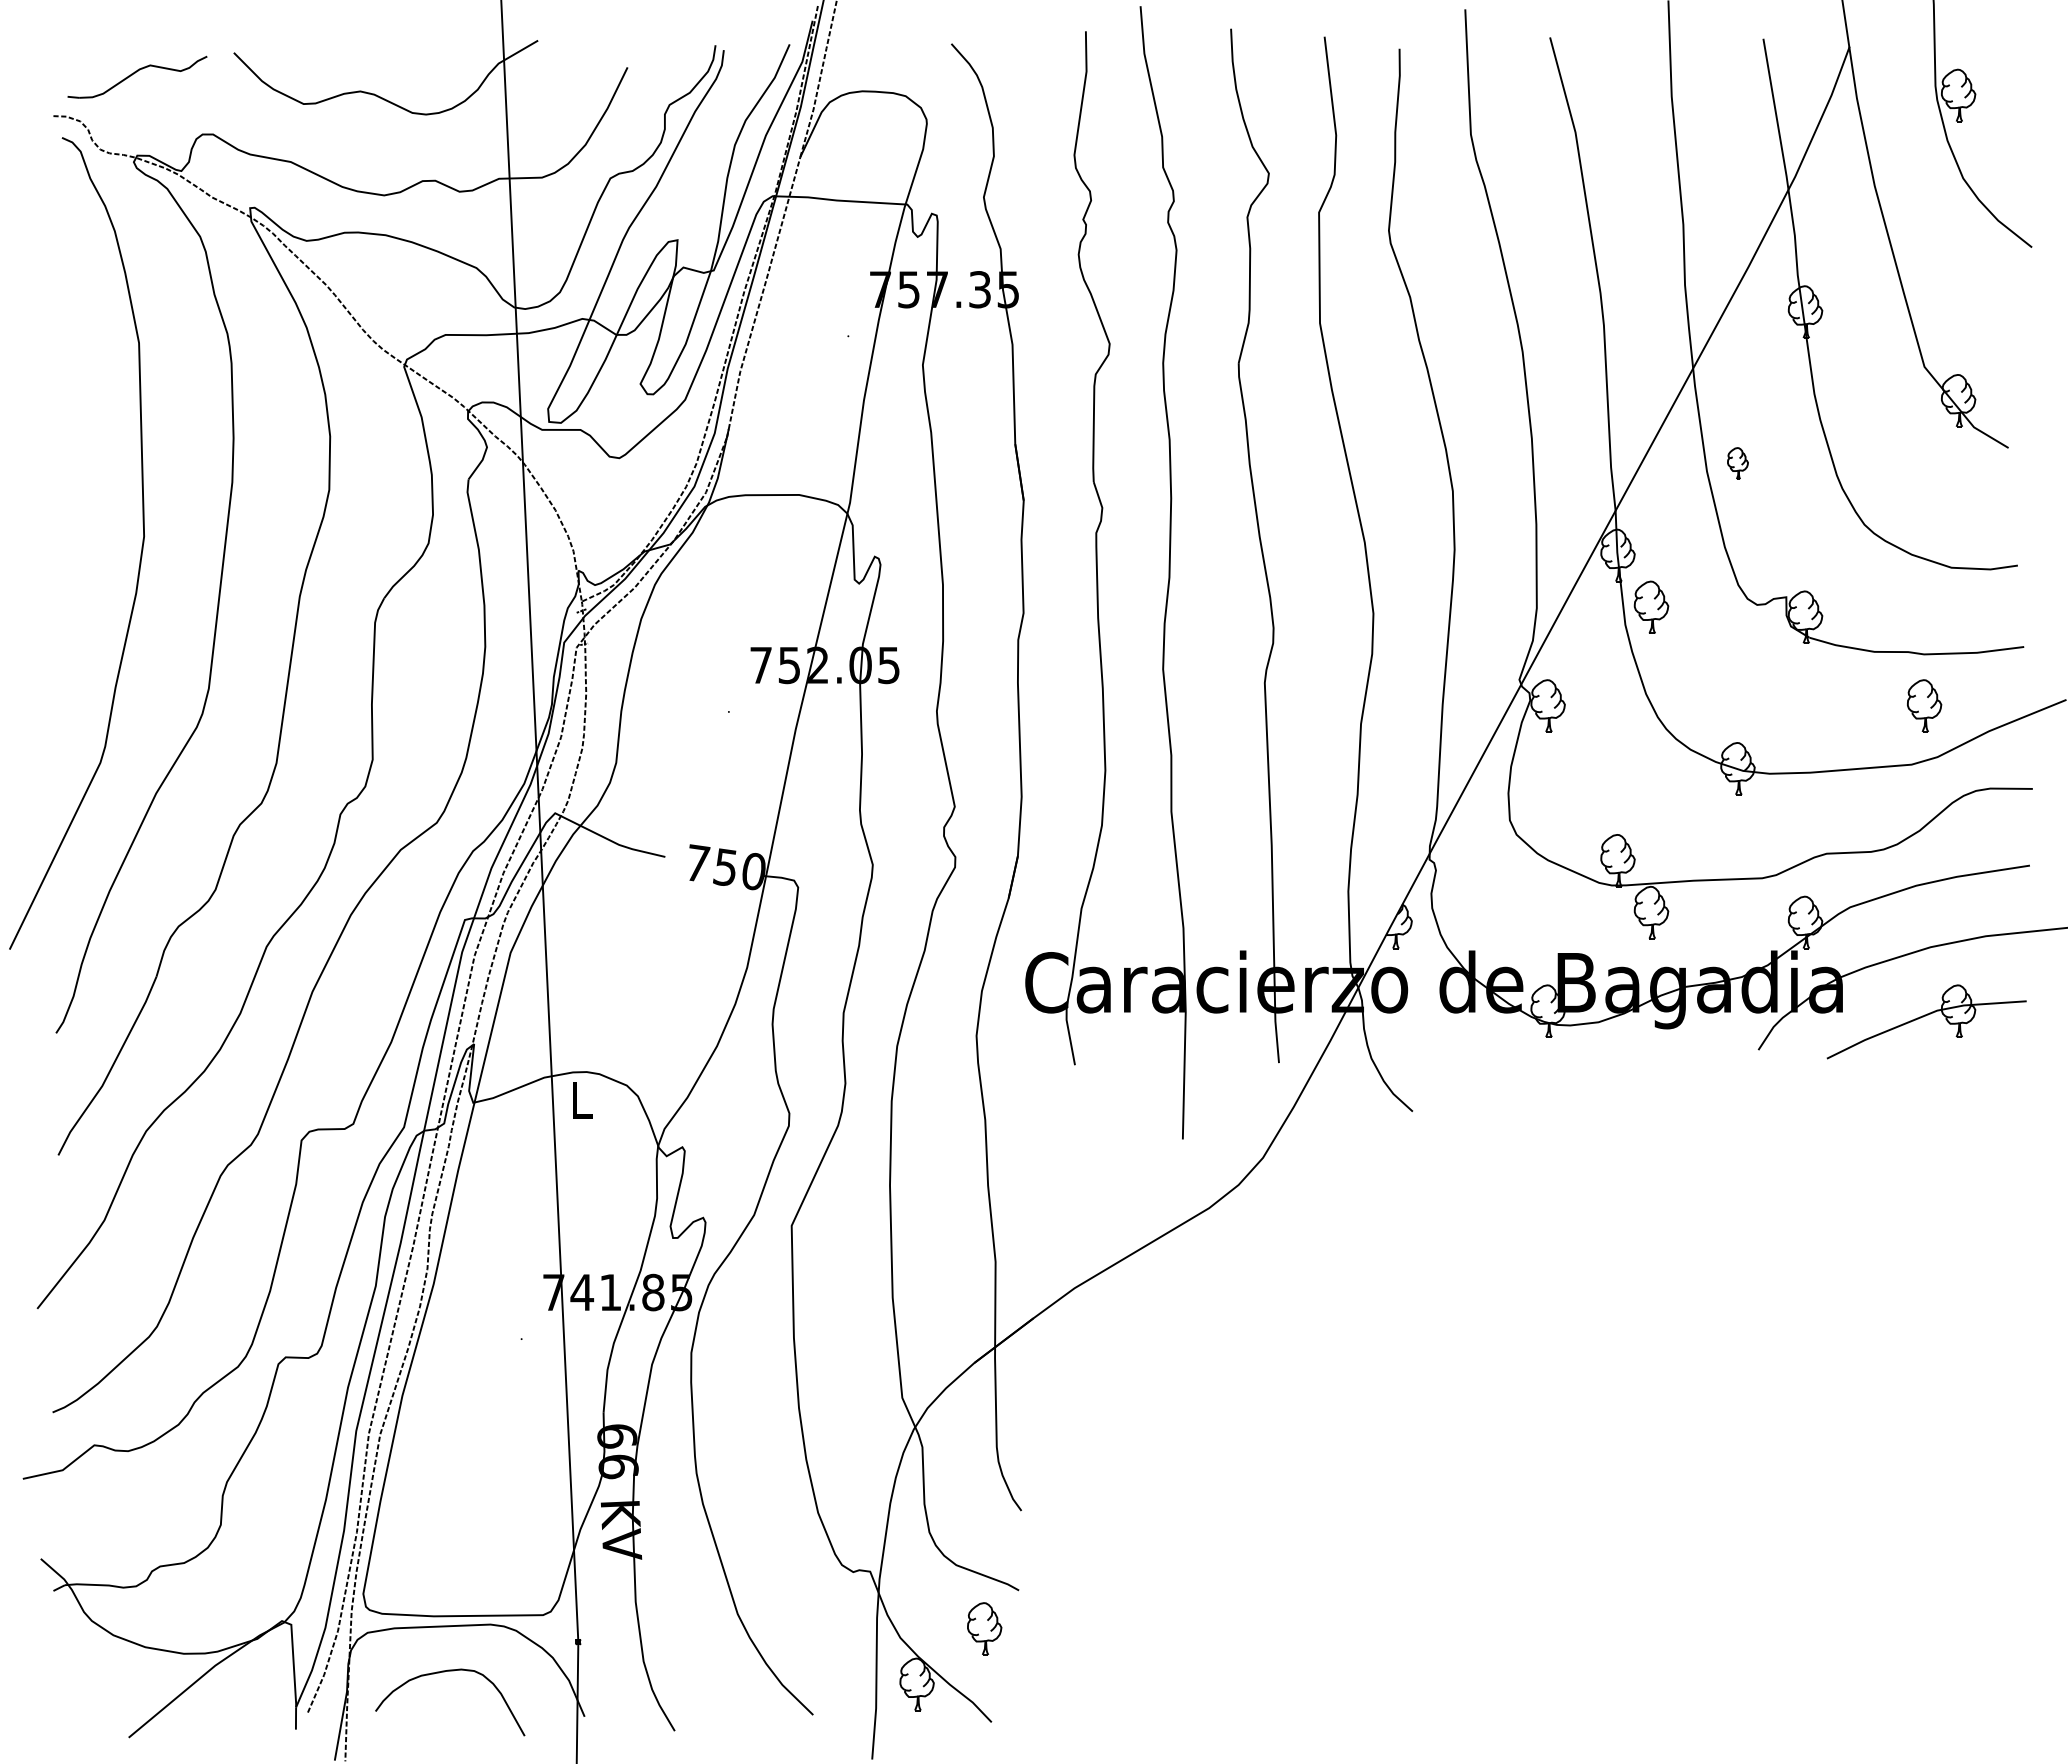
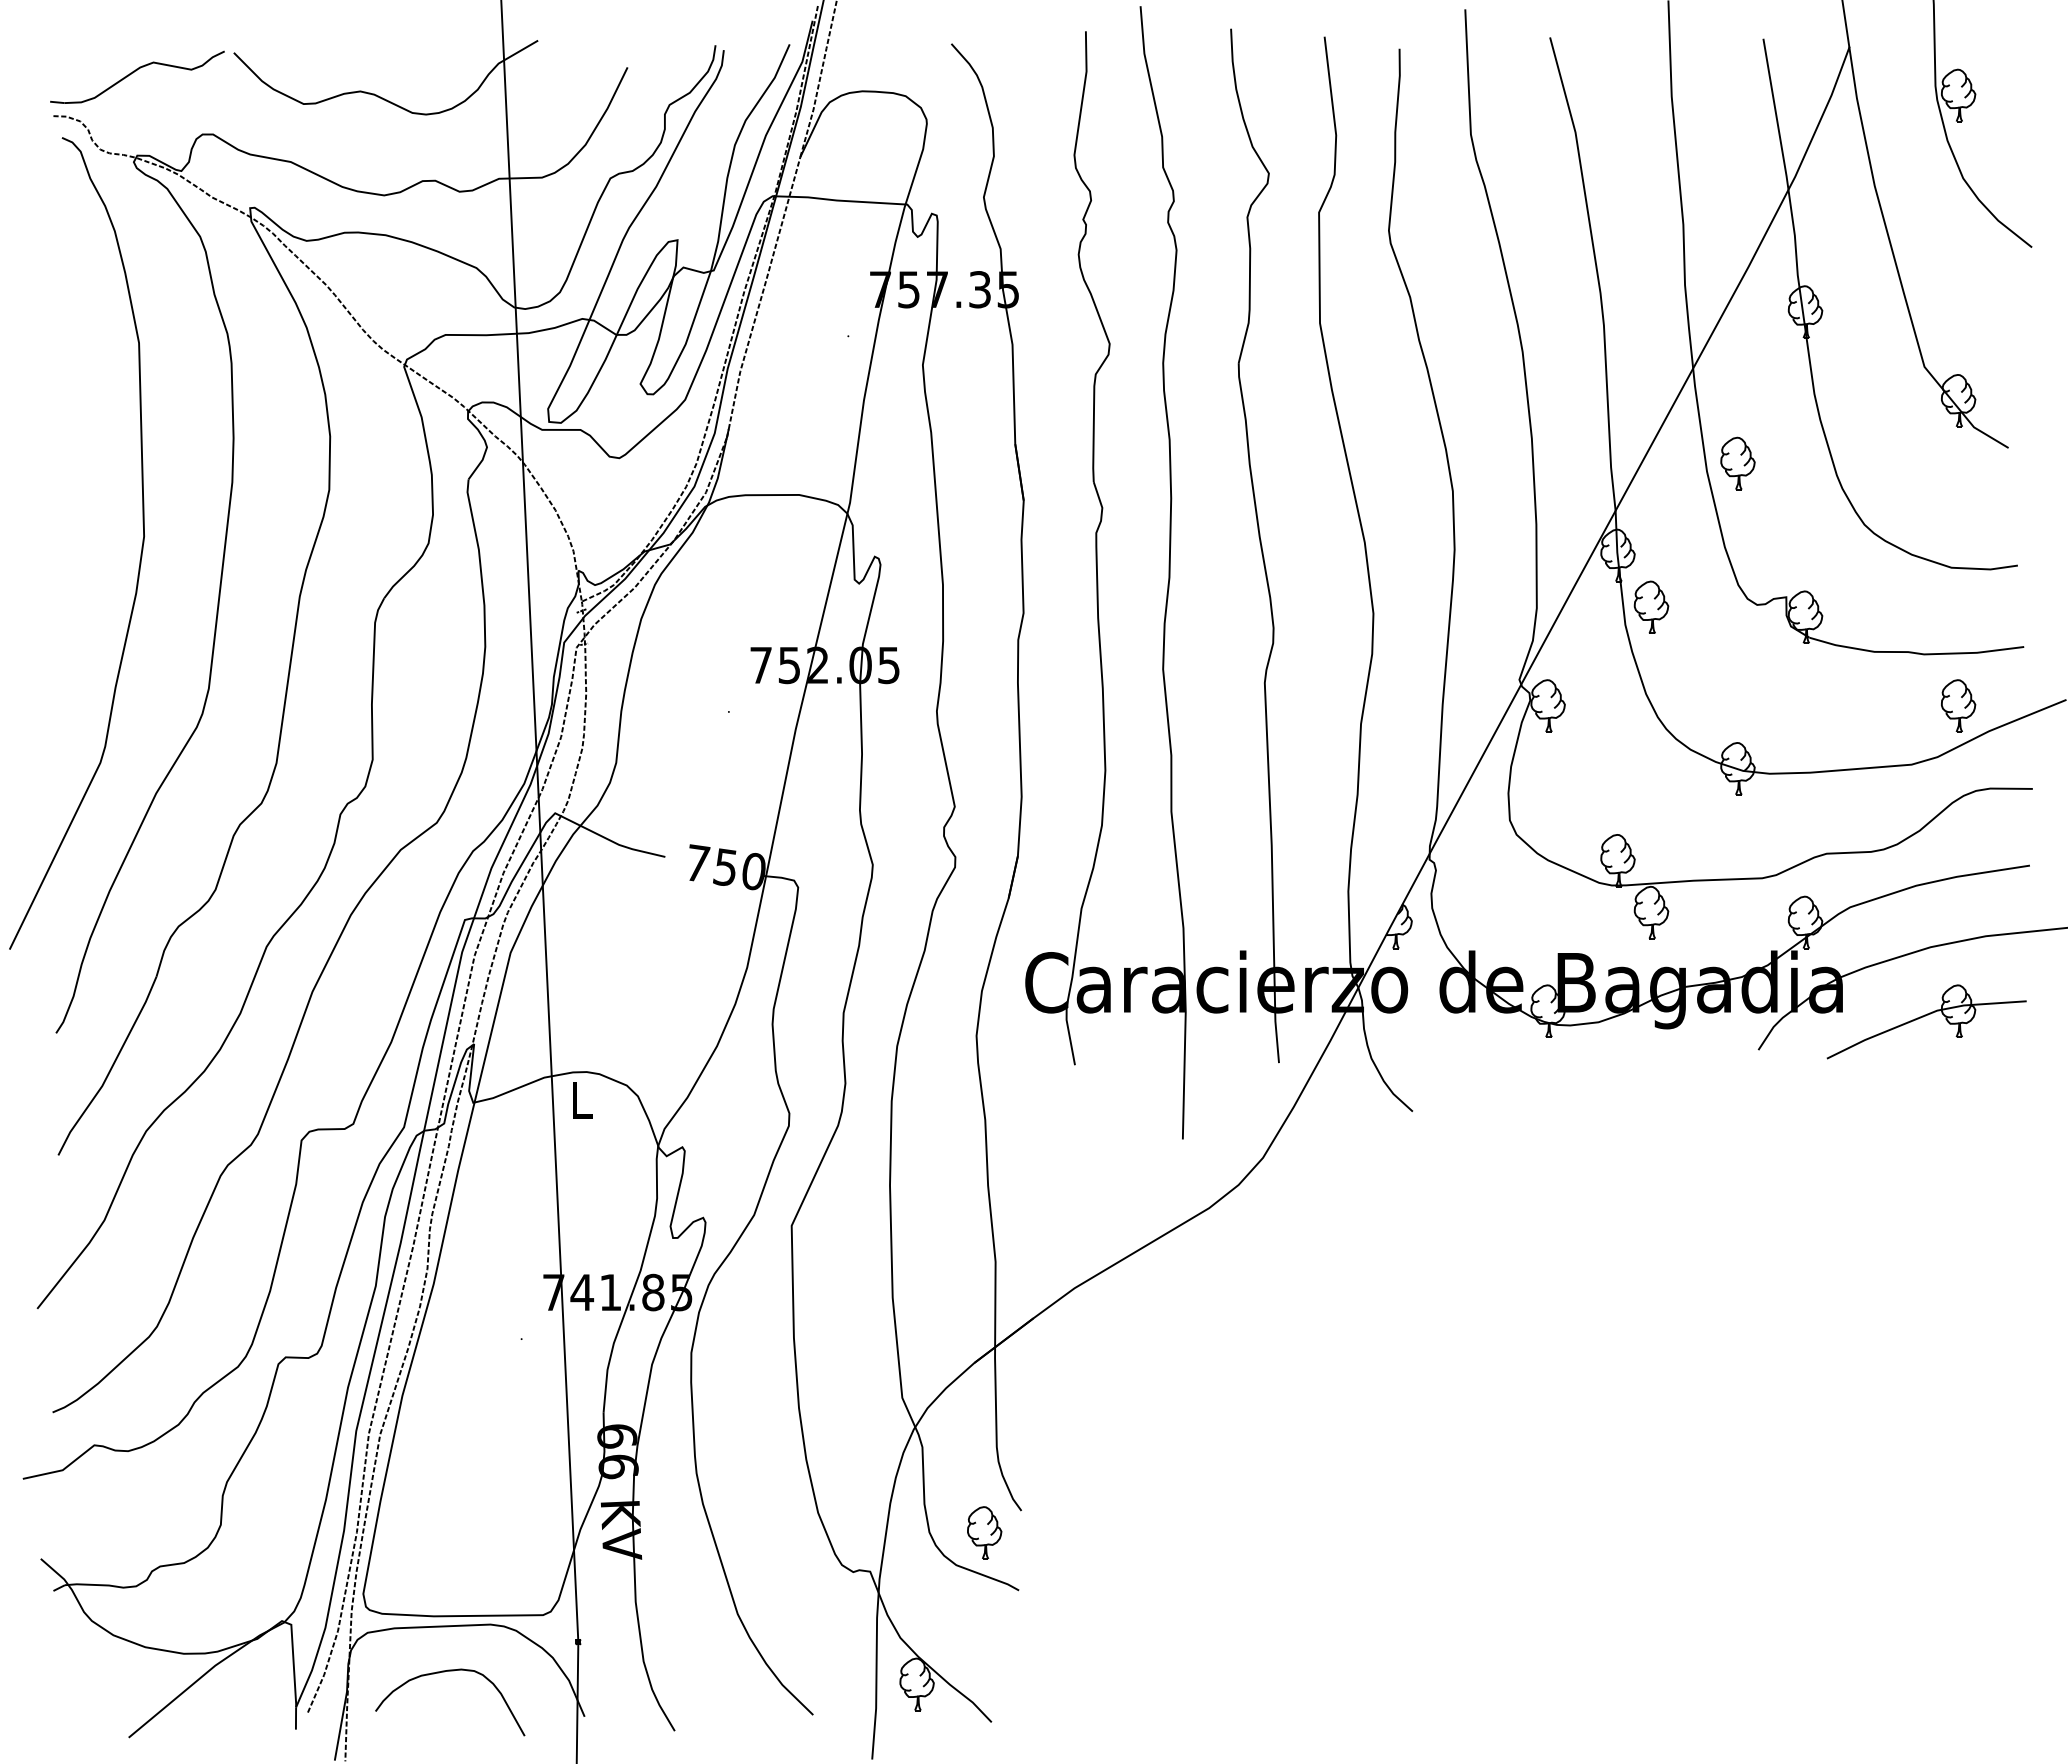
part at (137, 76) size: 141x44 px -> 175x54 px
part at (1737, 463) size: 22x33 px -> 36x55 px
part at (1924, 705) position: (1924, 705) -> (1958, 705)
part at (984, 1628) position: (984, 1628) -> (984, 1532)
